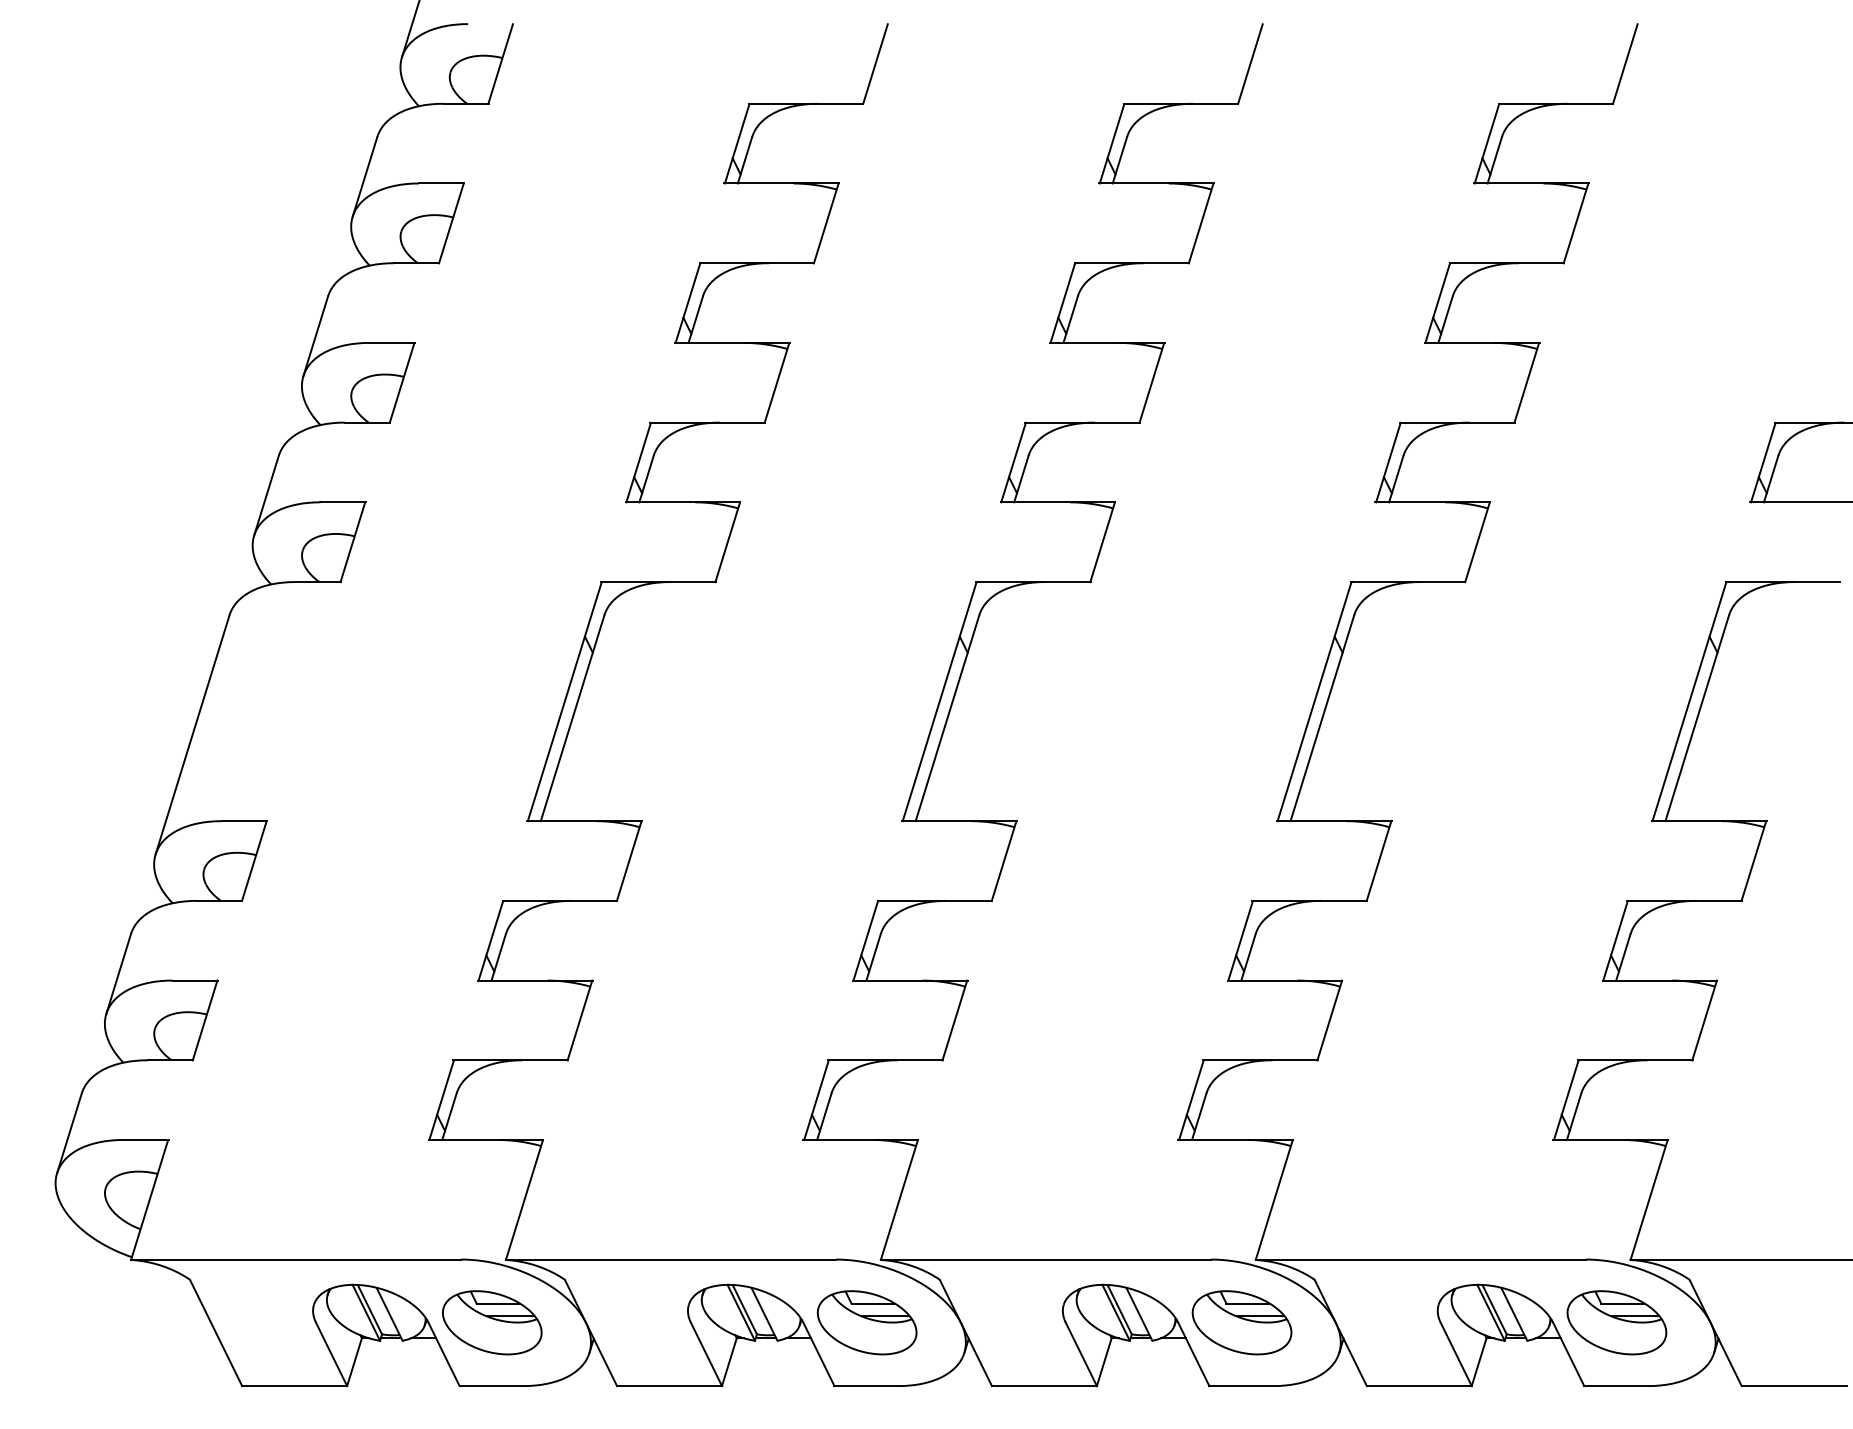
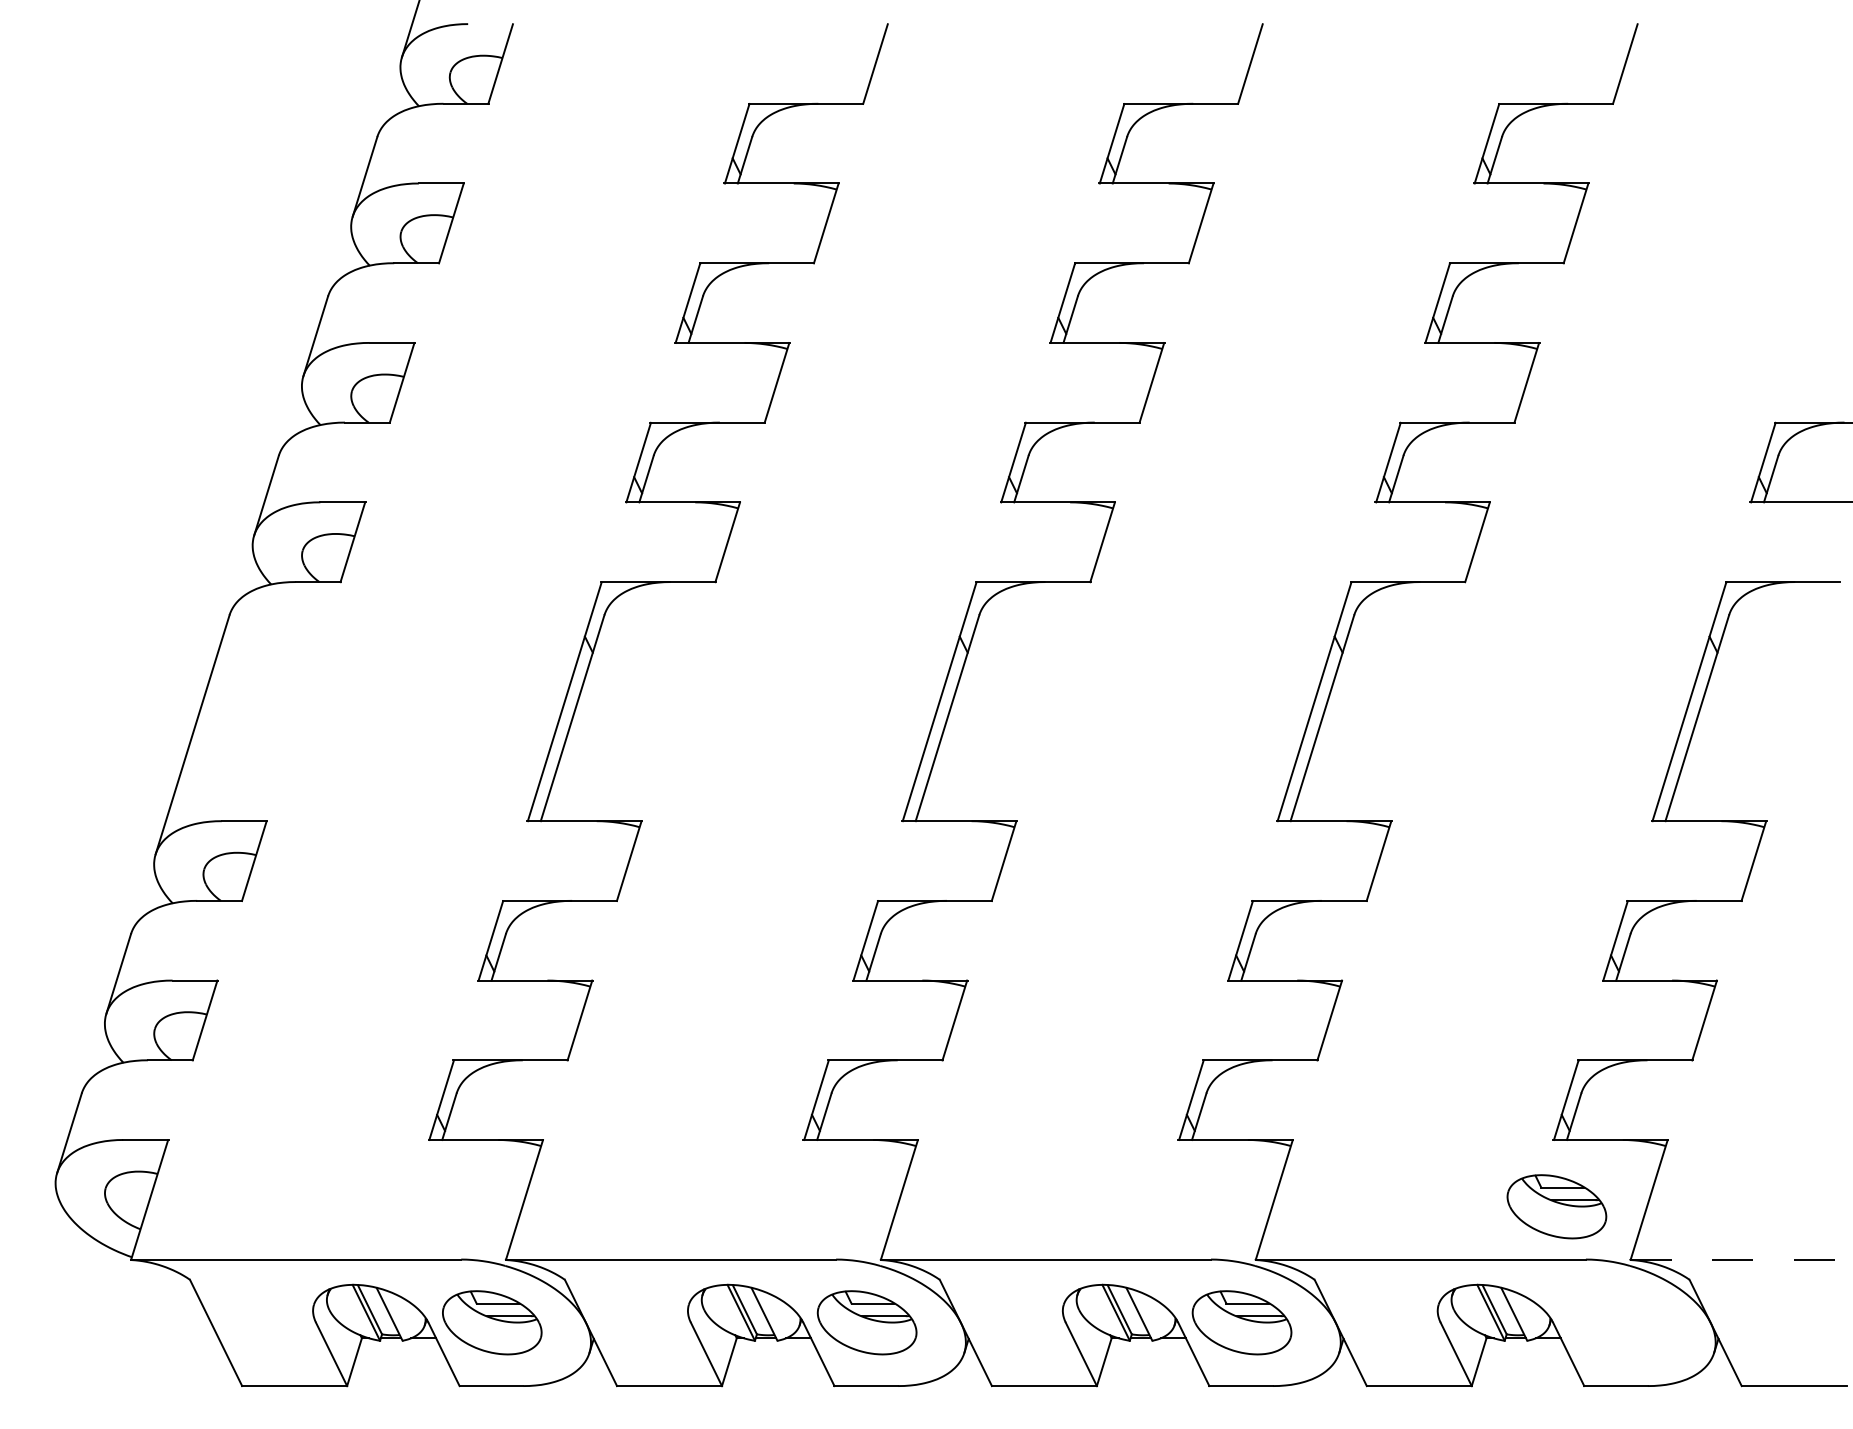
line at (1741, 1259): solid -> dashed
part at (1616, 1322) position: (1616, 1322) -> (1556, 1206)
